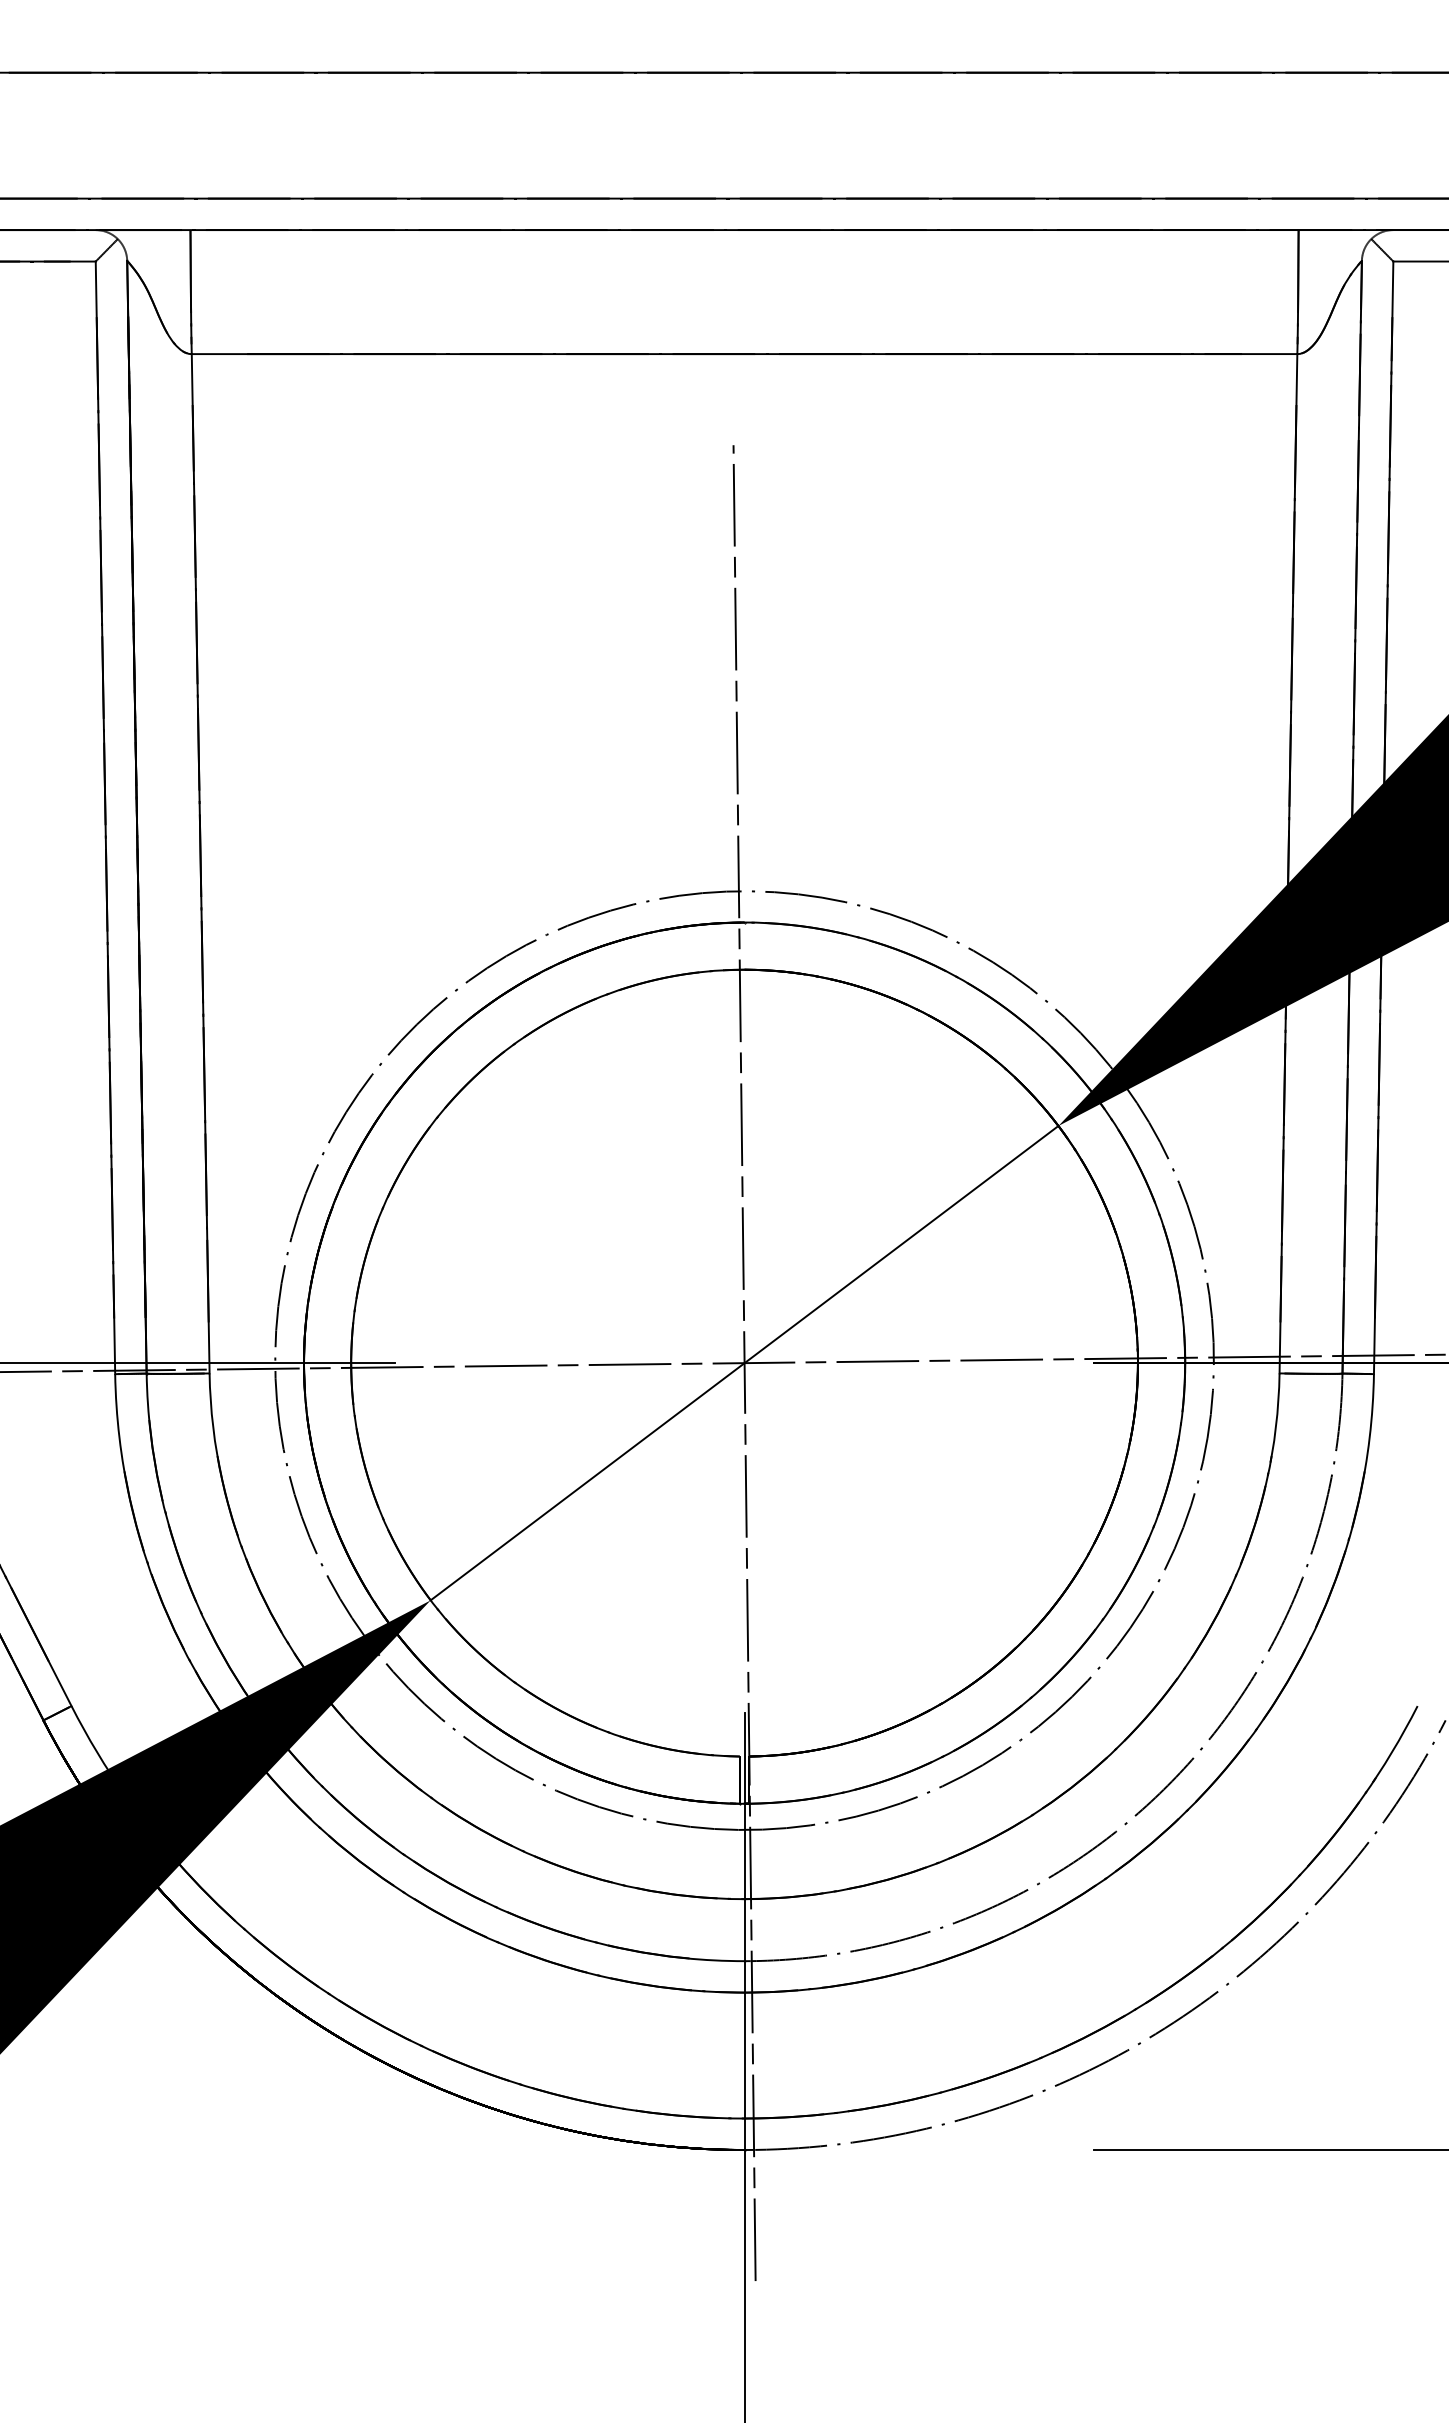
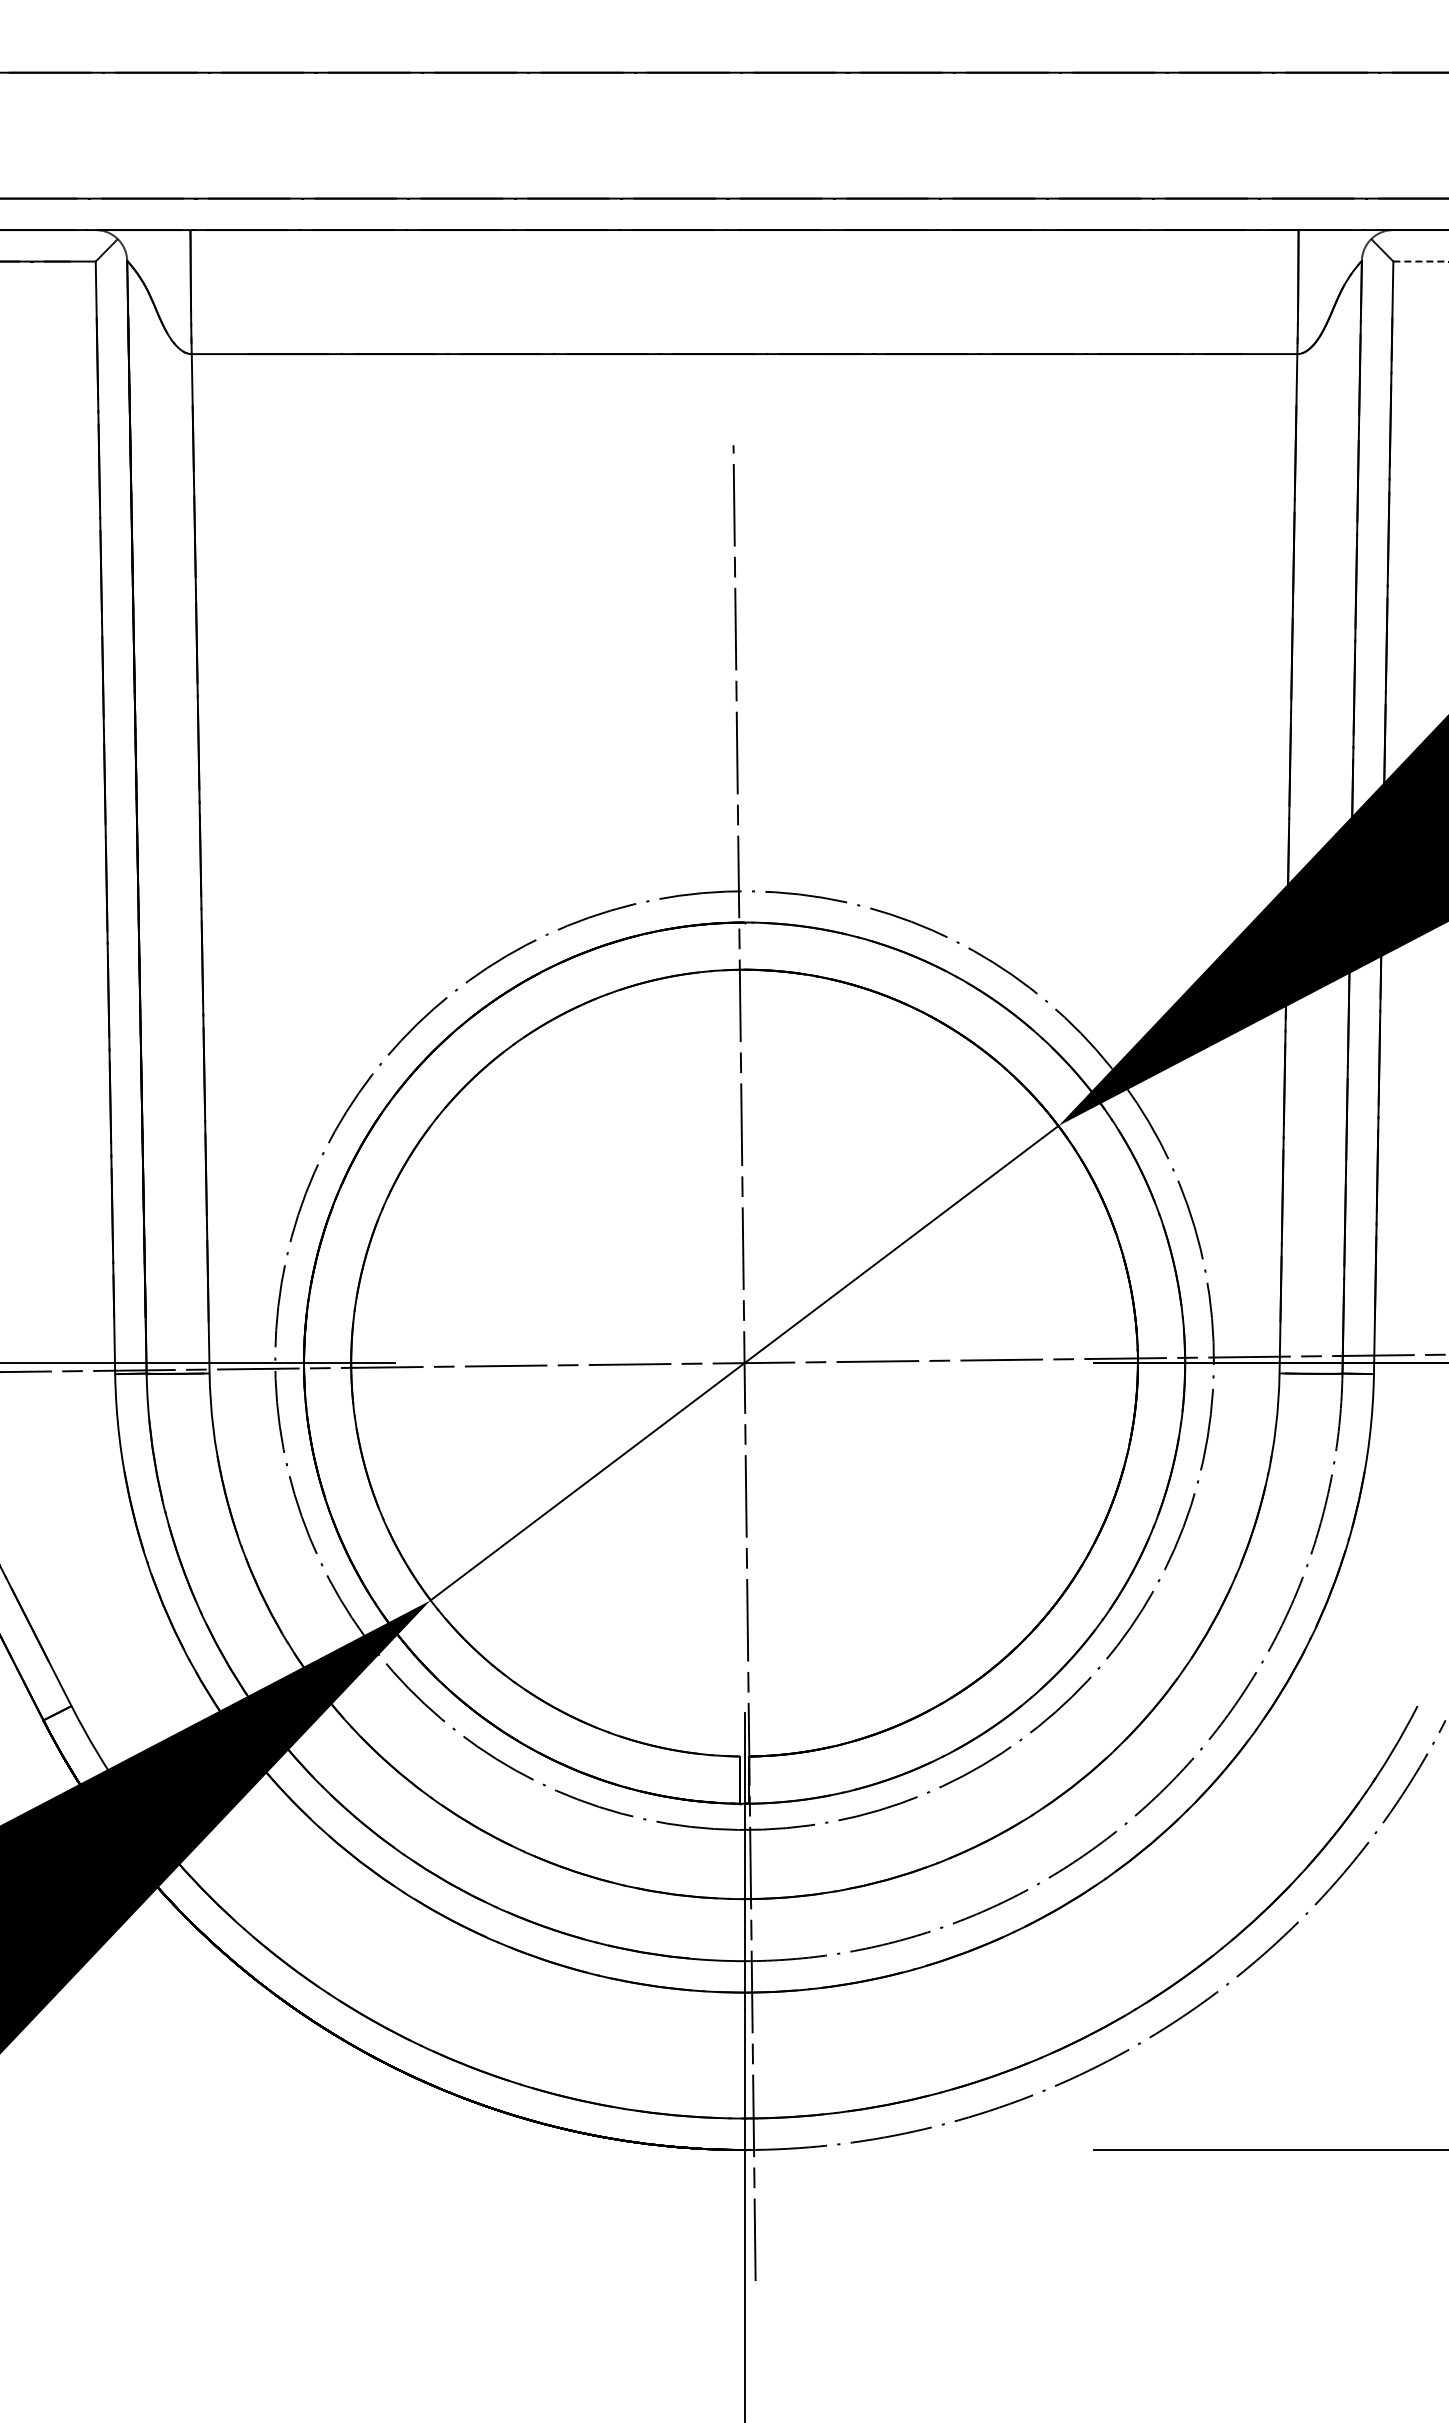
line at (1421, 261): solid -> dashed
